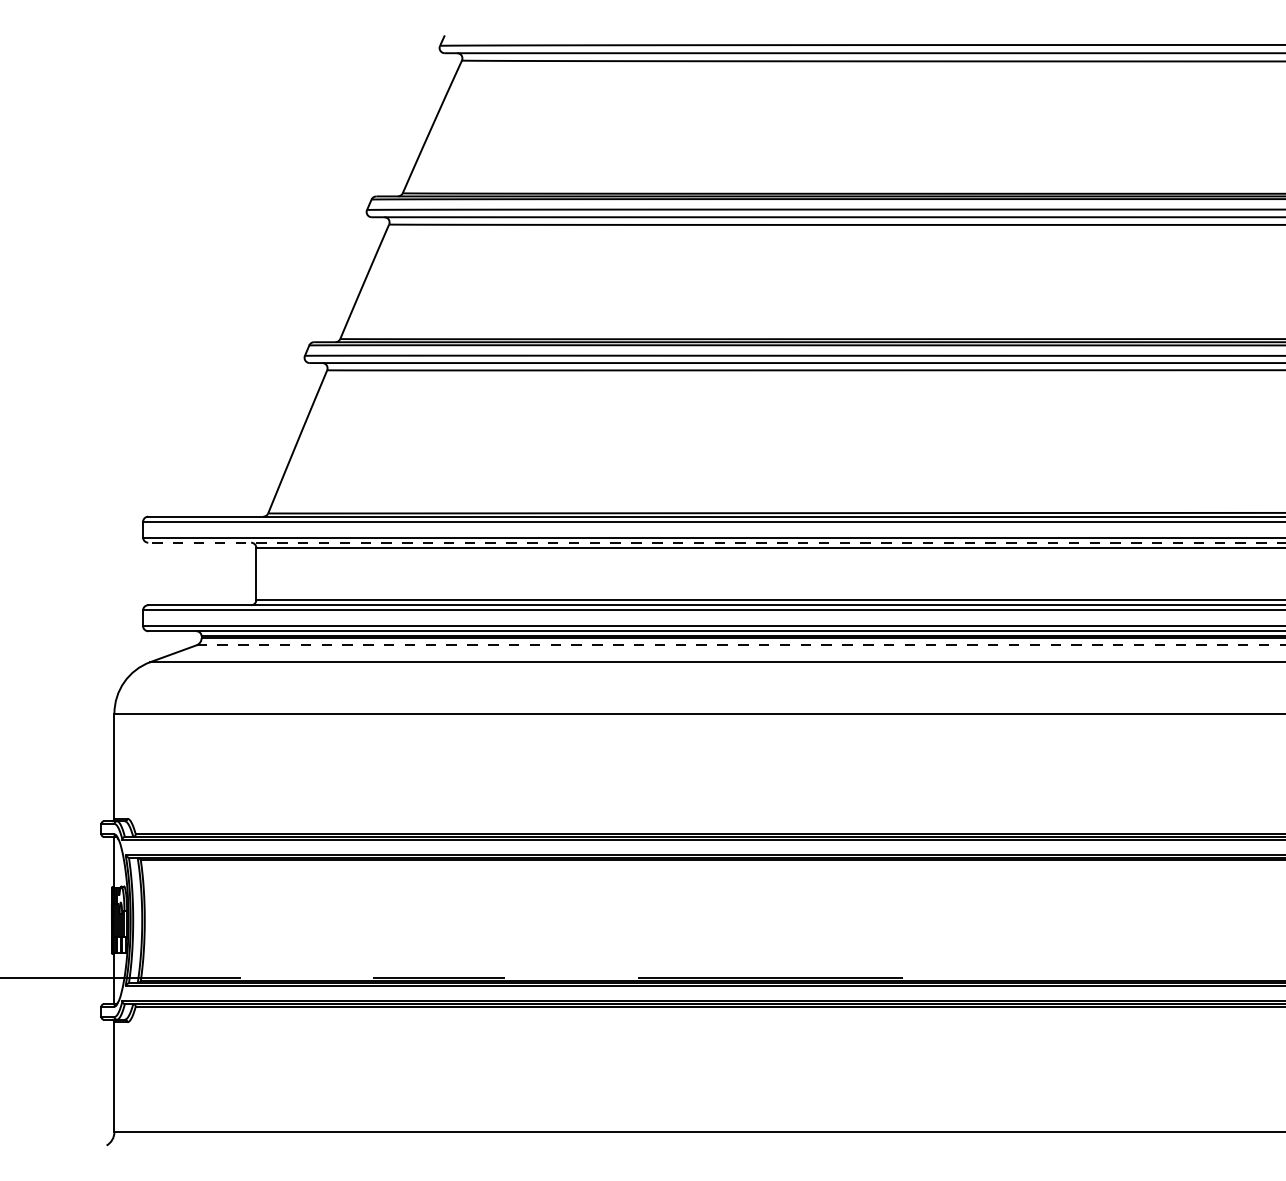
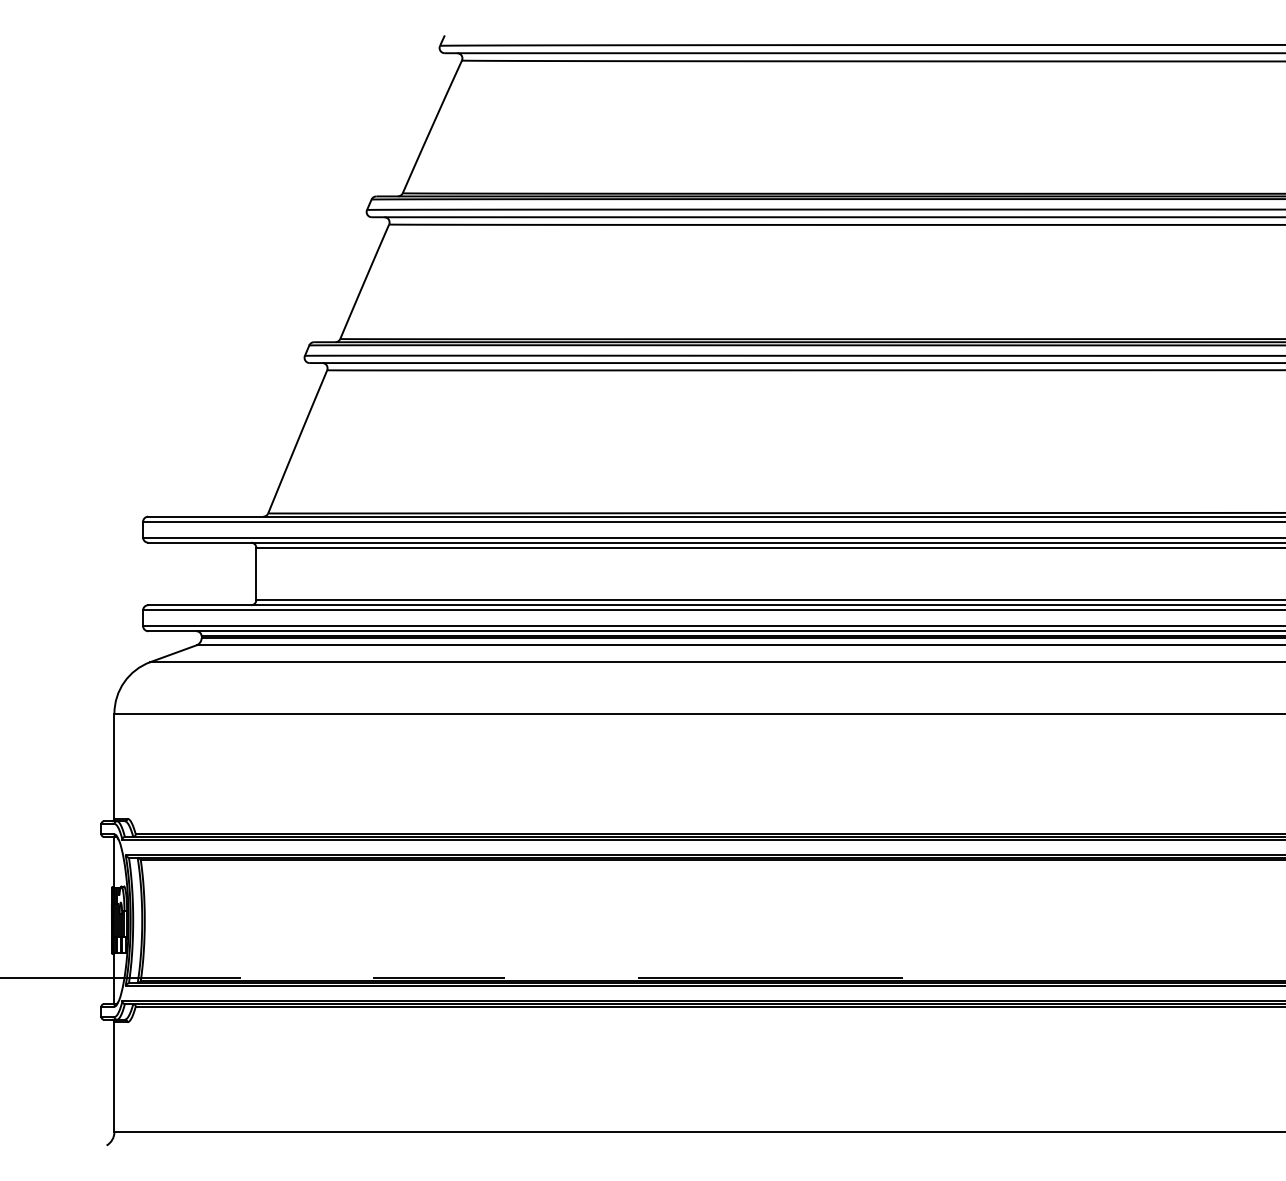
line at (716, 542): dashed -> solid
line at (741, 645): dashed -> solid
